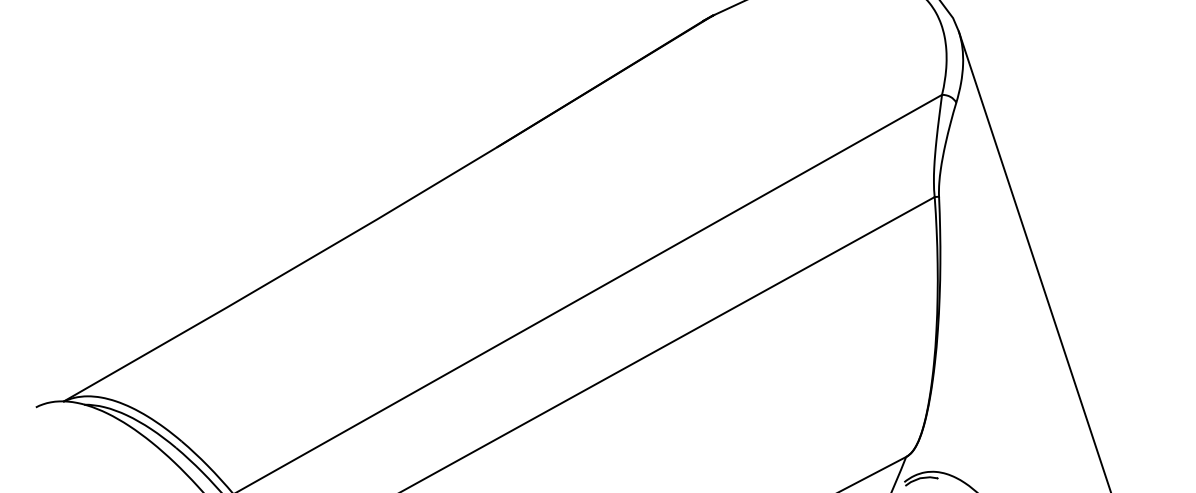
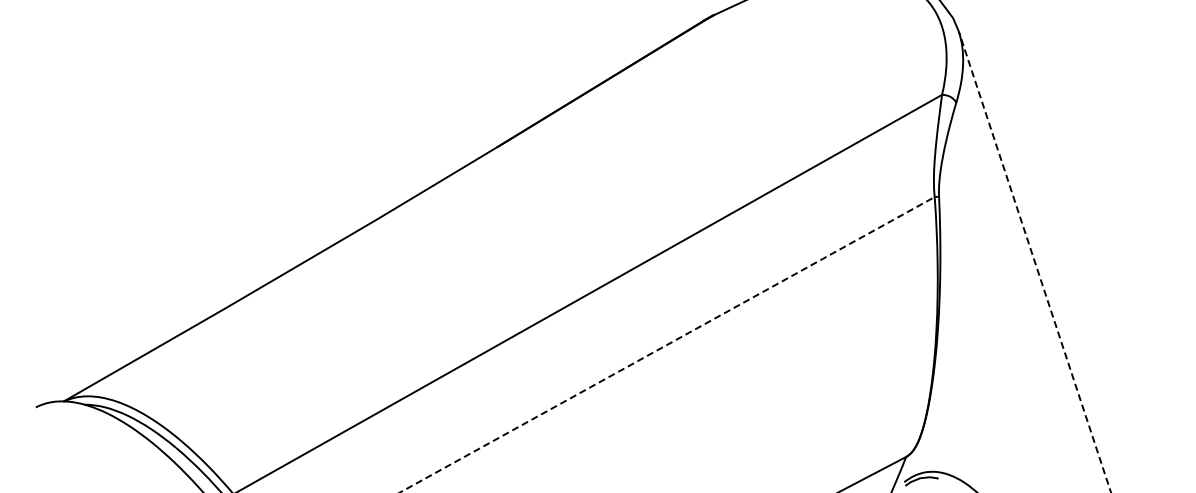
line at (1034, 261): solid -> dashed
line at (667, 344): solid -> dashed
